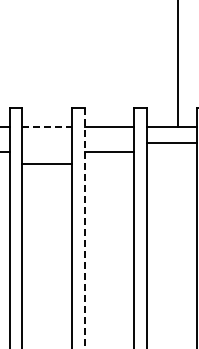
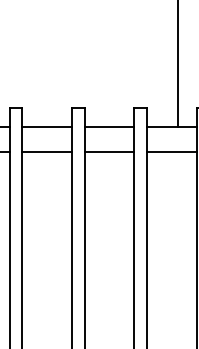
line at (47, 127): dashed -> solid
line at (171, 143) position: (171, 143) -> (171, 152)
line at (47, 164) position: (47, 164) -> (47, 152)
line at (84, 228): dashed -> solid
